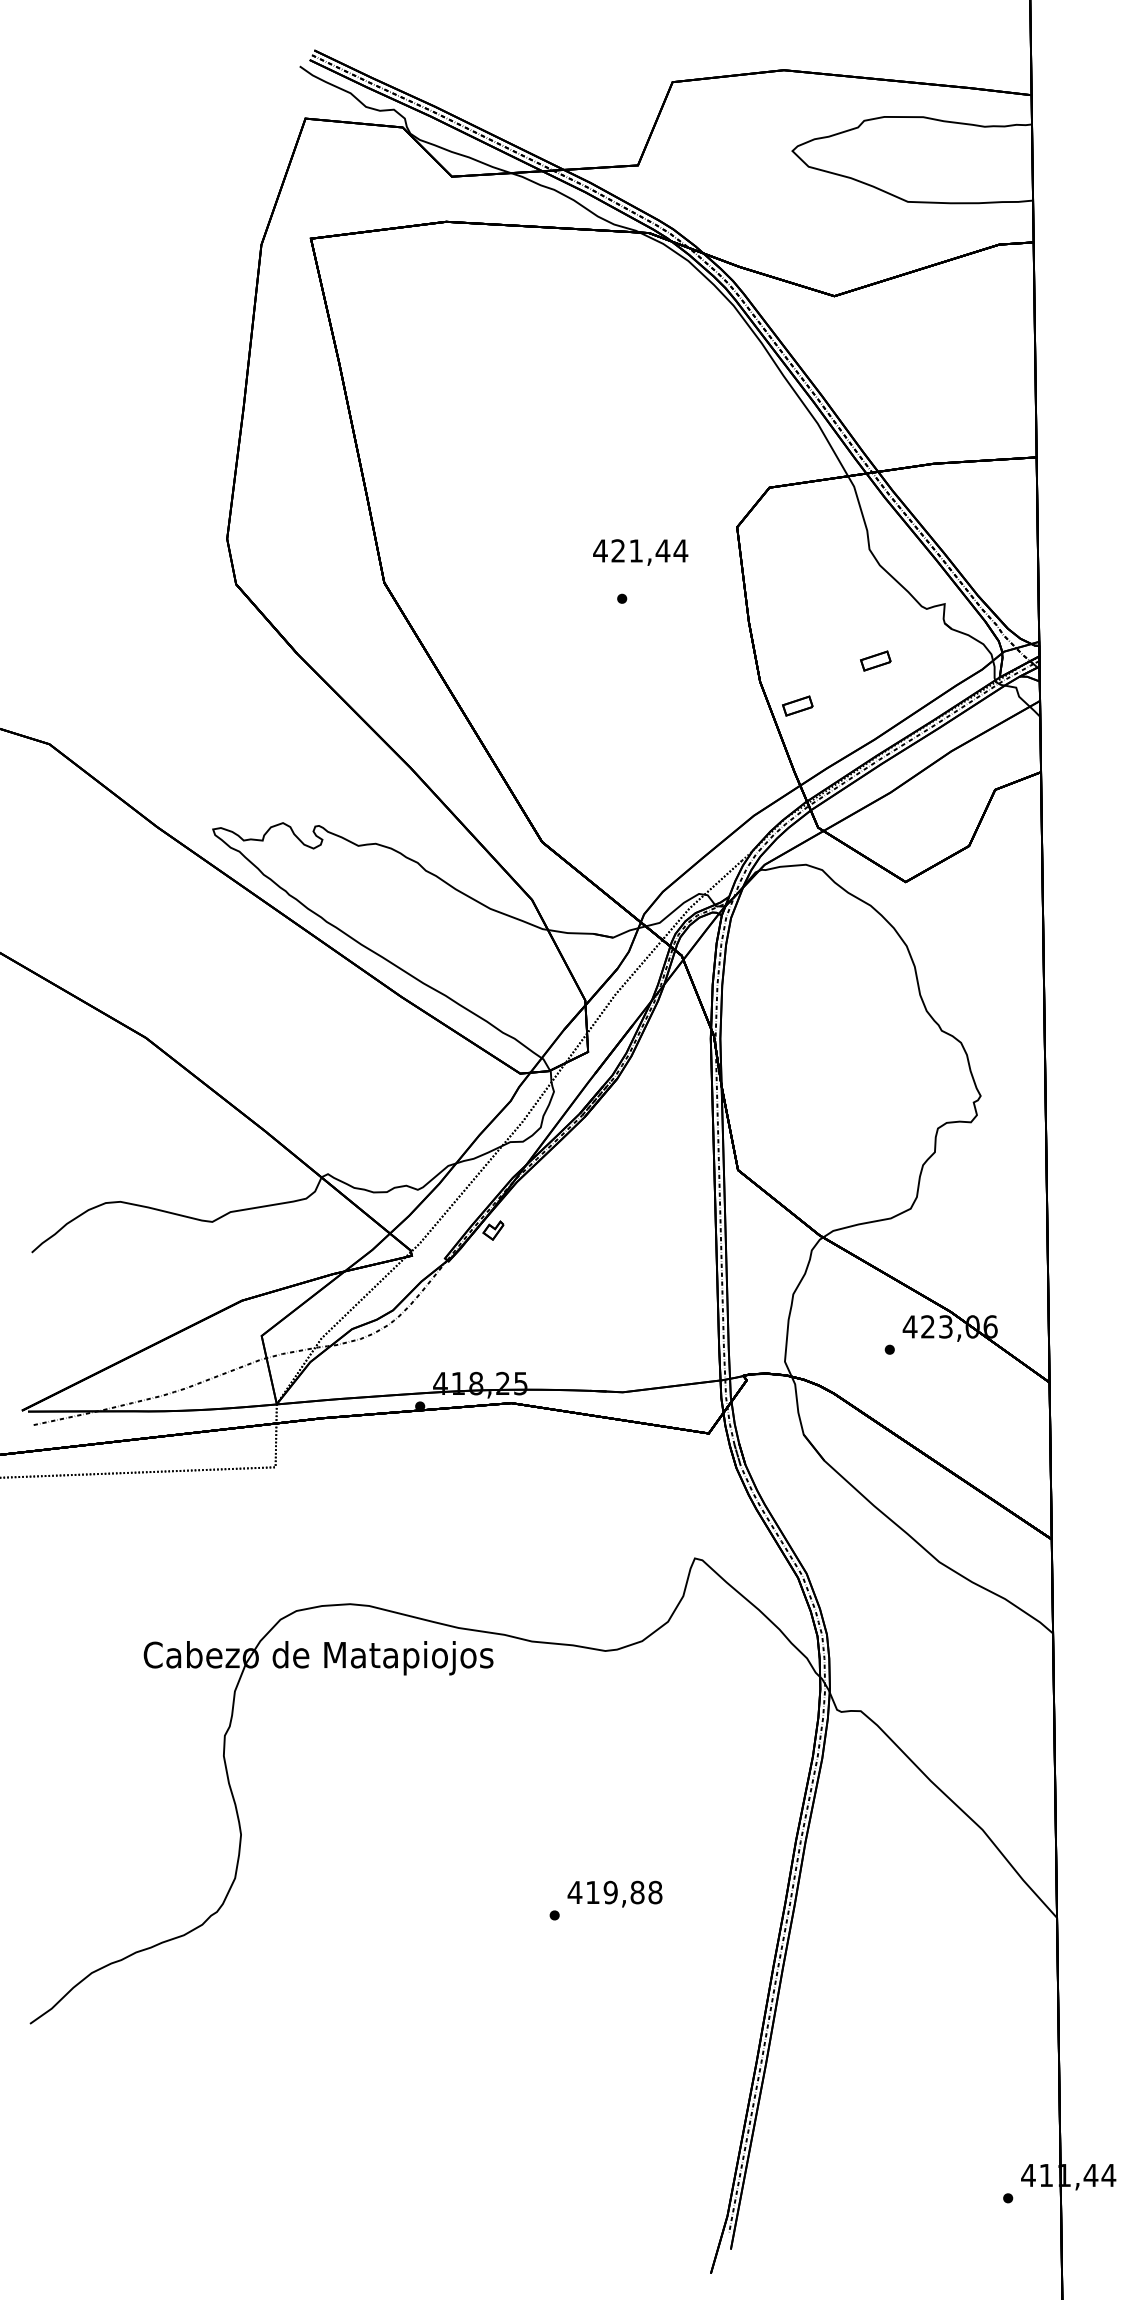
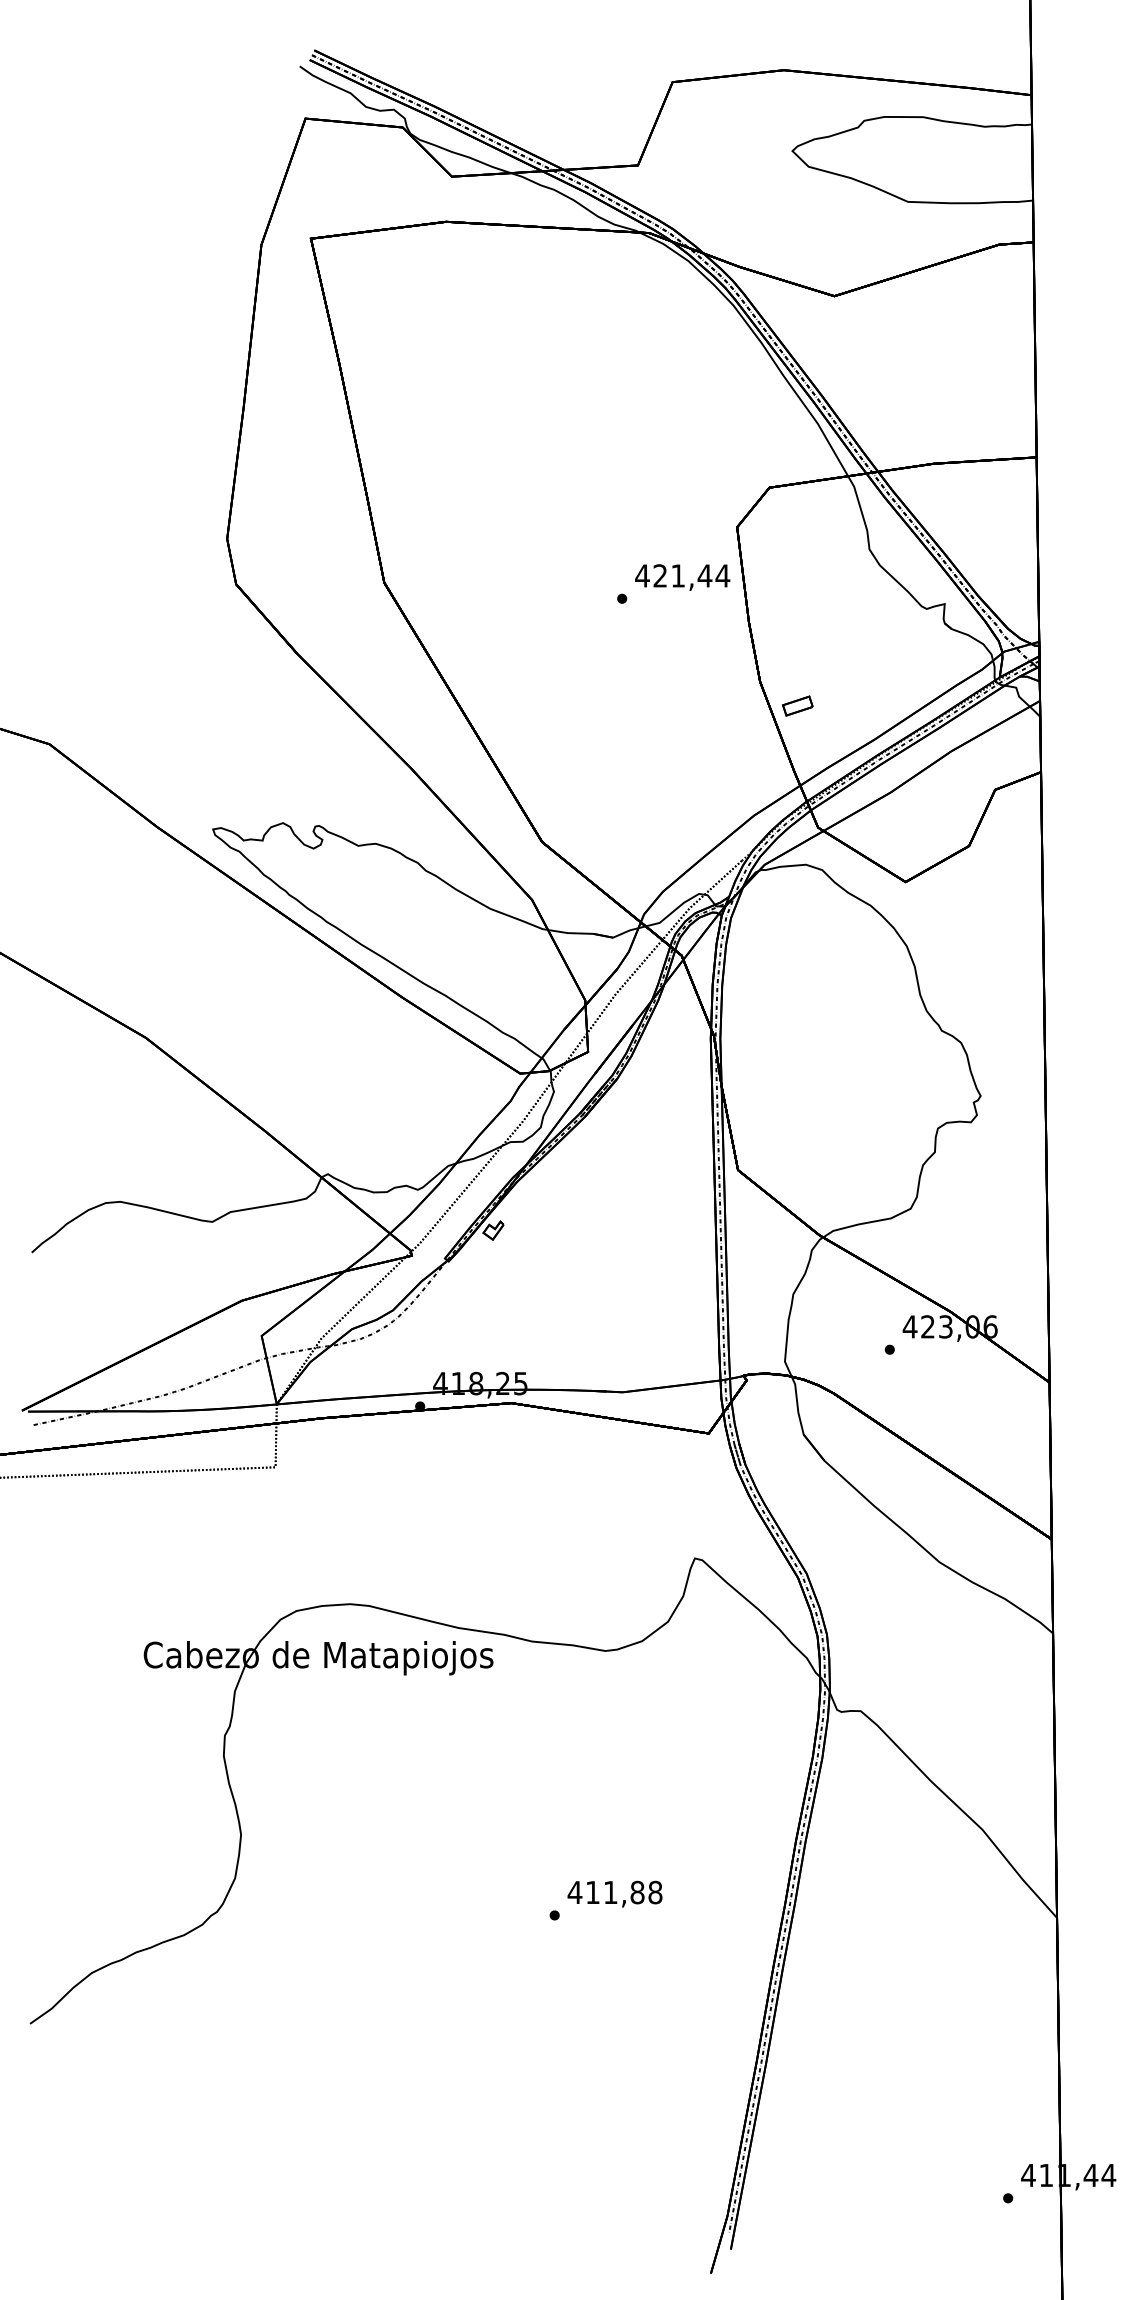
text at (640, 552) position: (640, 552) -> (682, 577)
part at (875, 660): present -> none
text at (610, 1892): 419,88 -> 411,88
